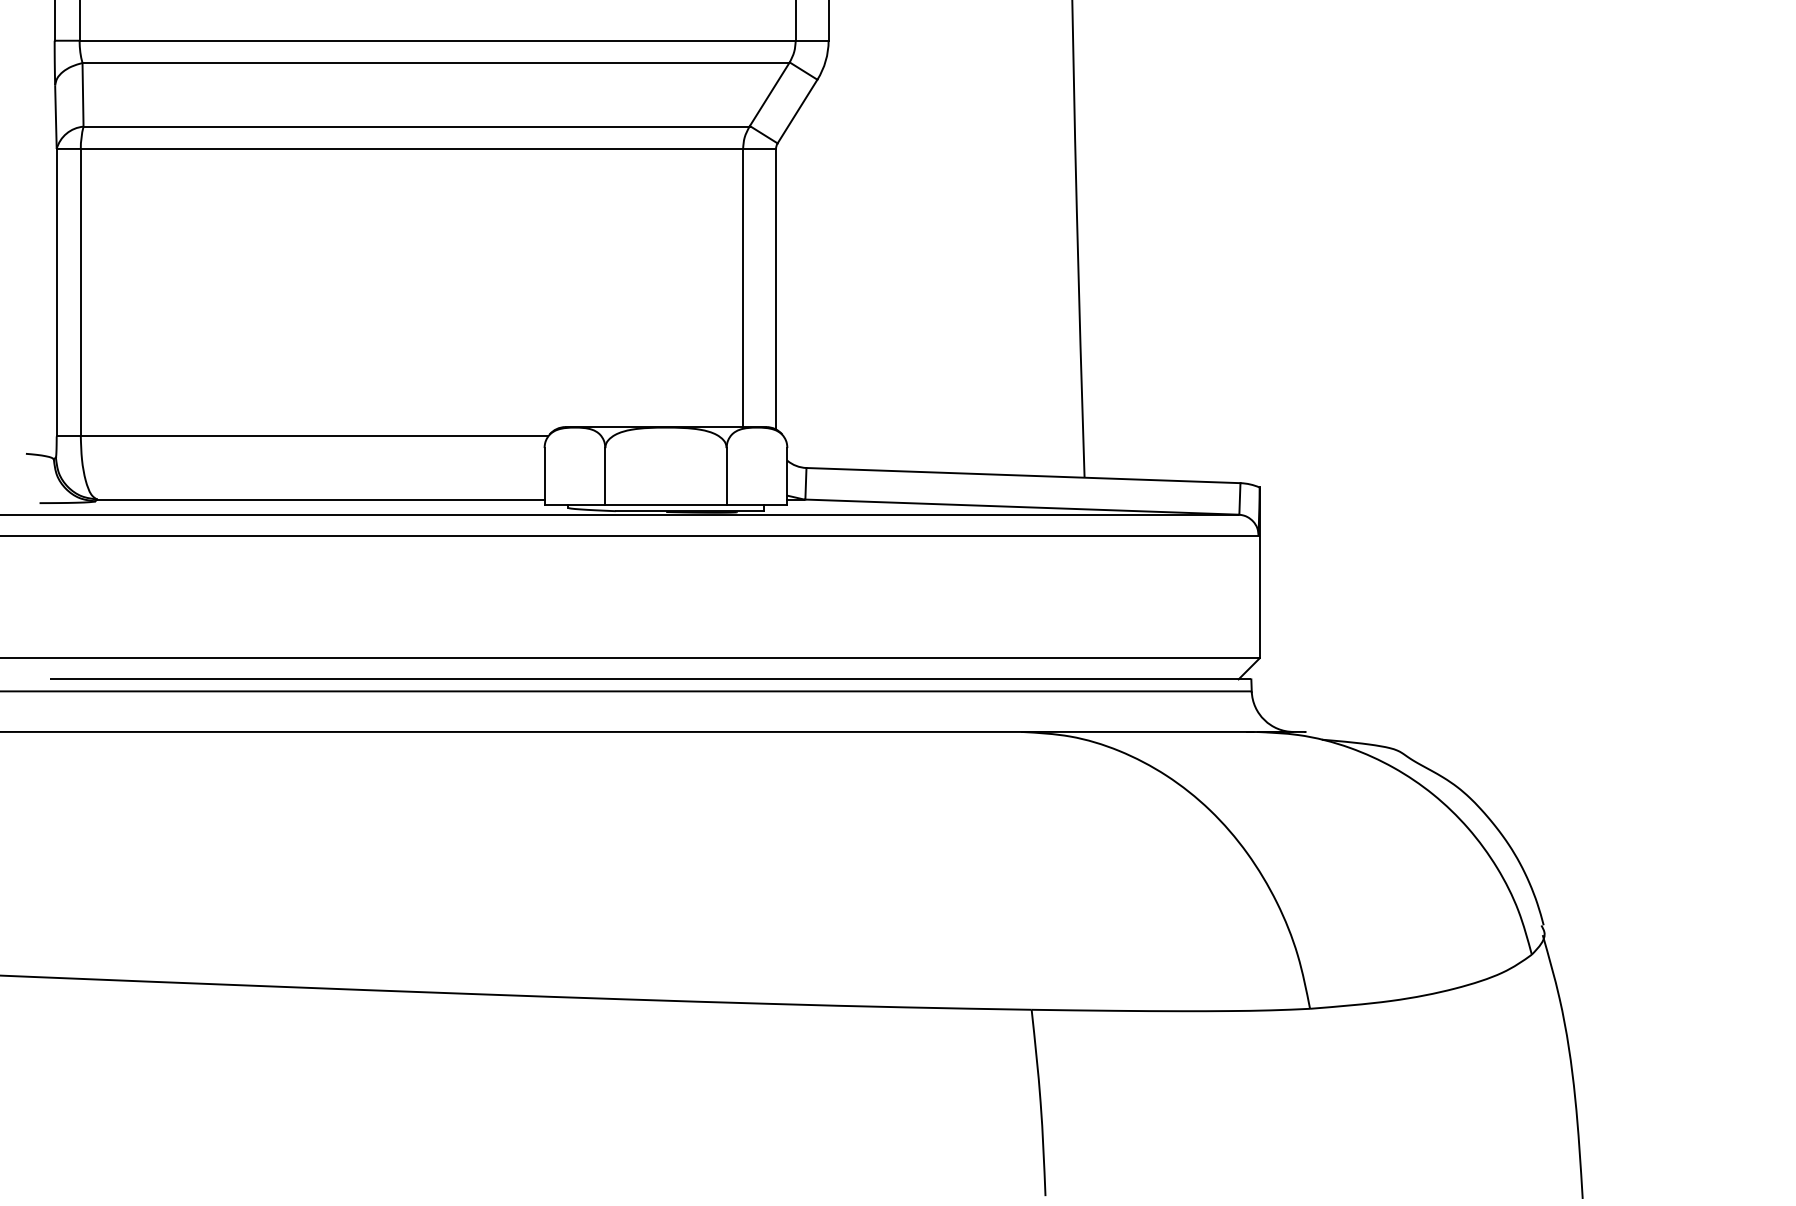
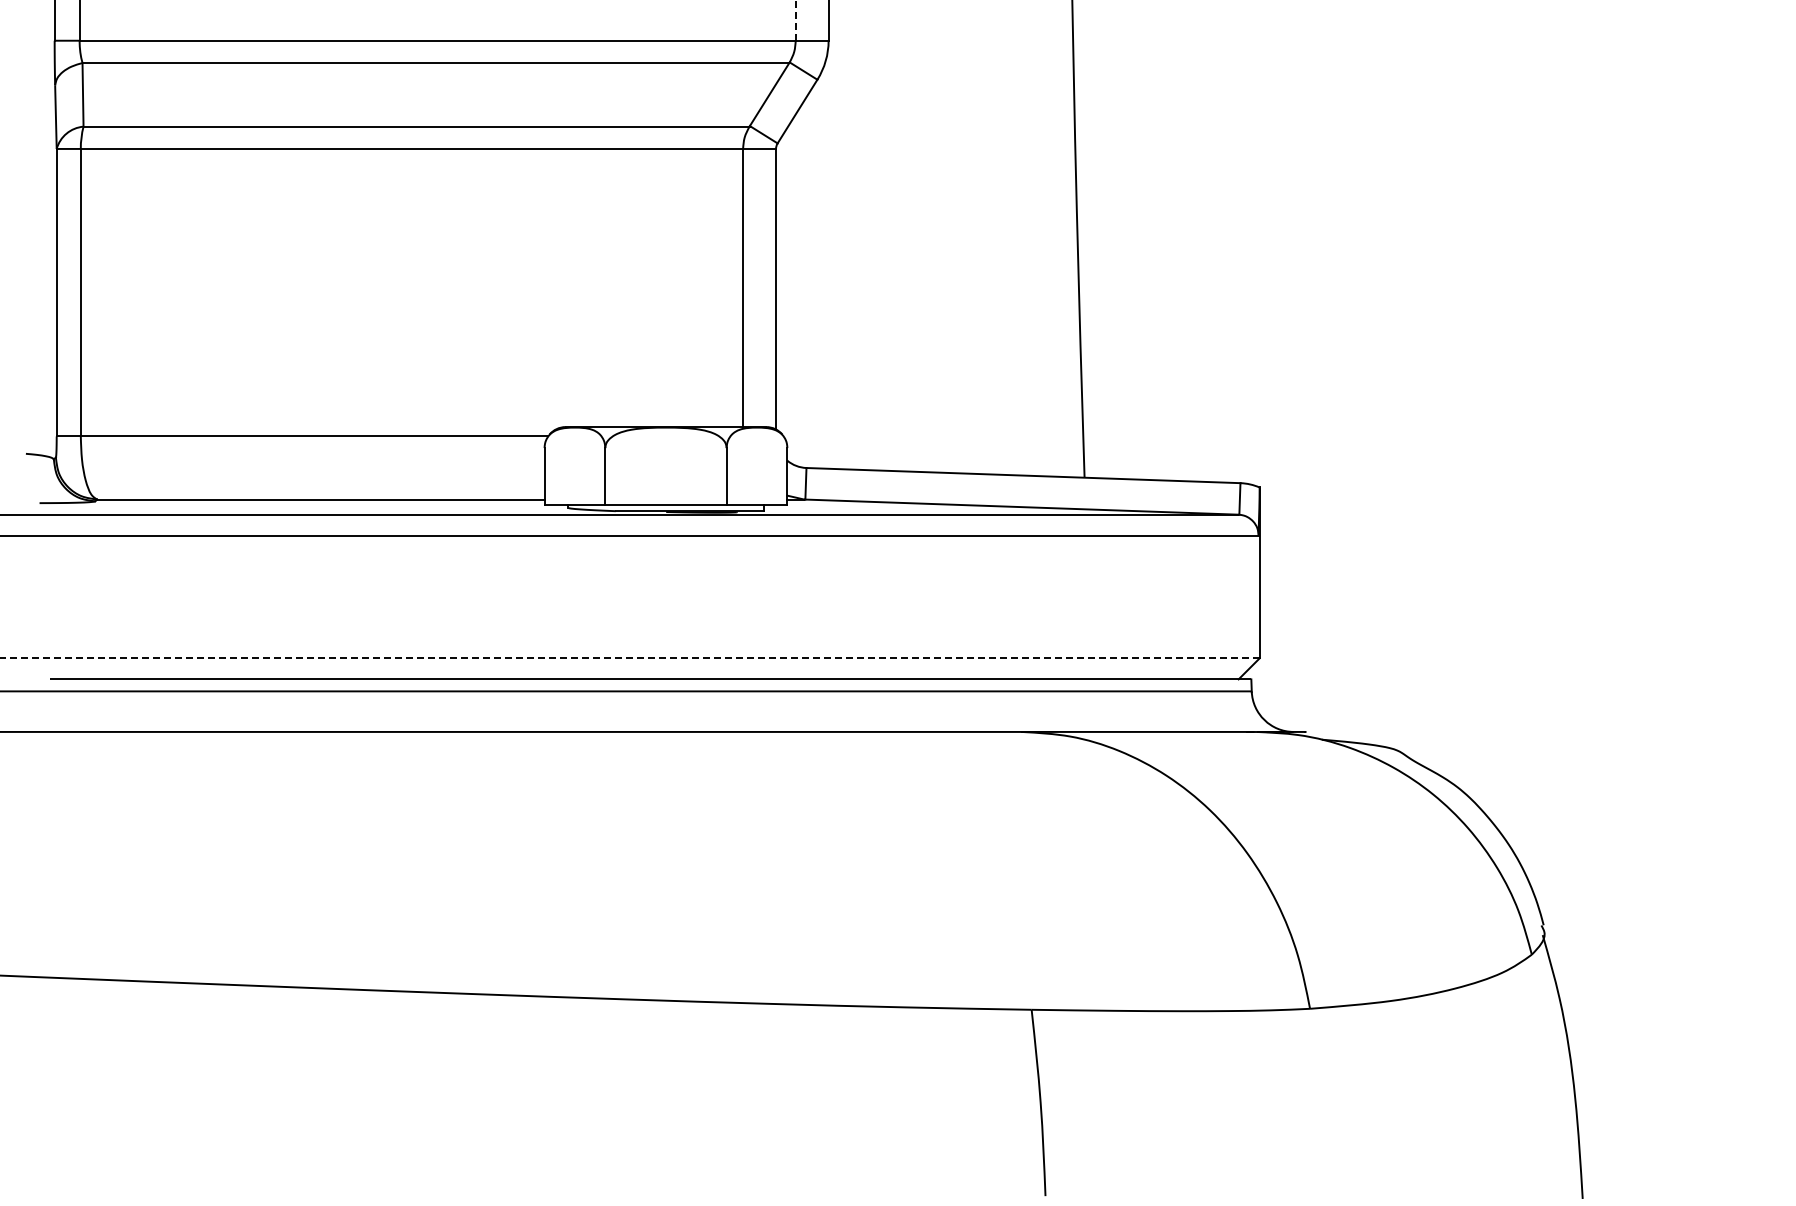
line at (795, 19): solid -> dashed
line at (629, 658): solid -> dashed
